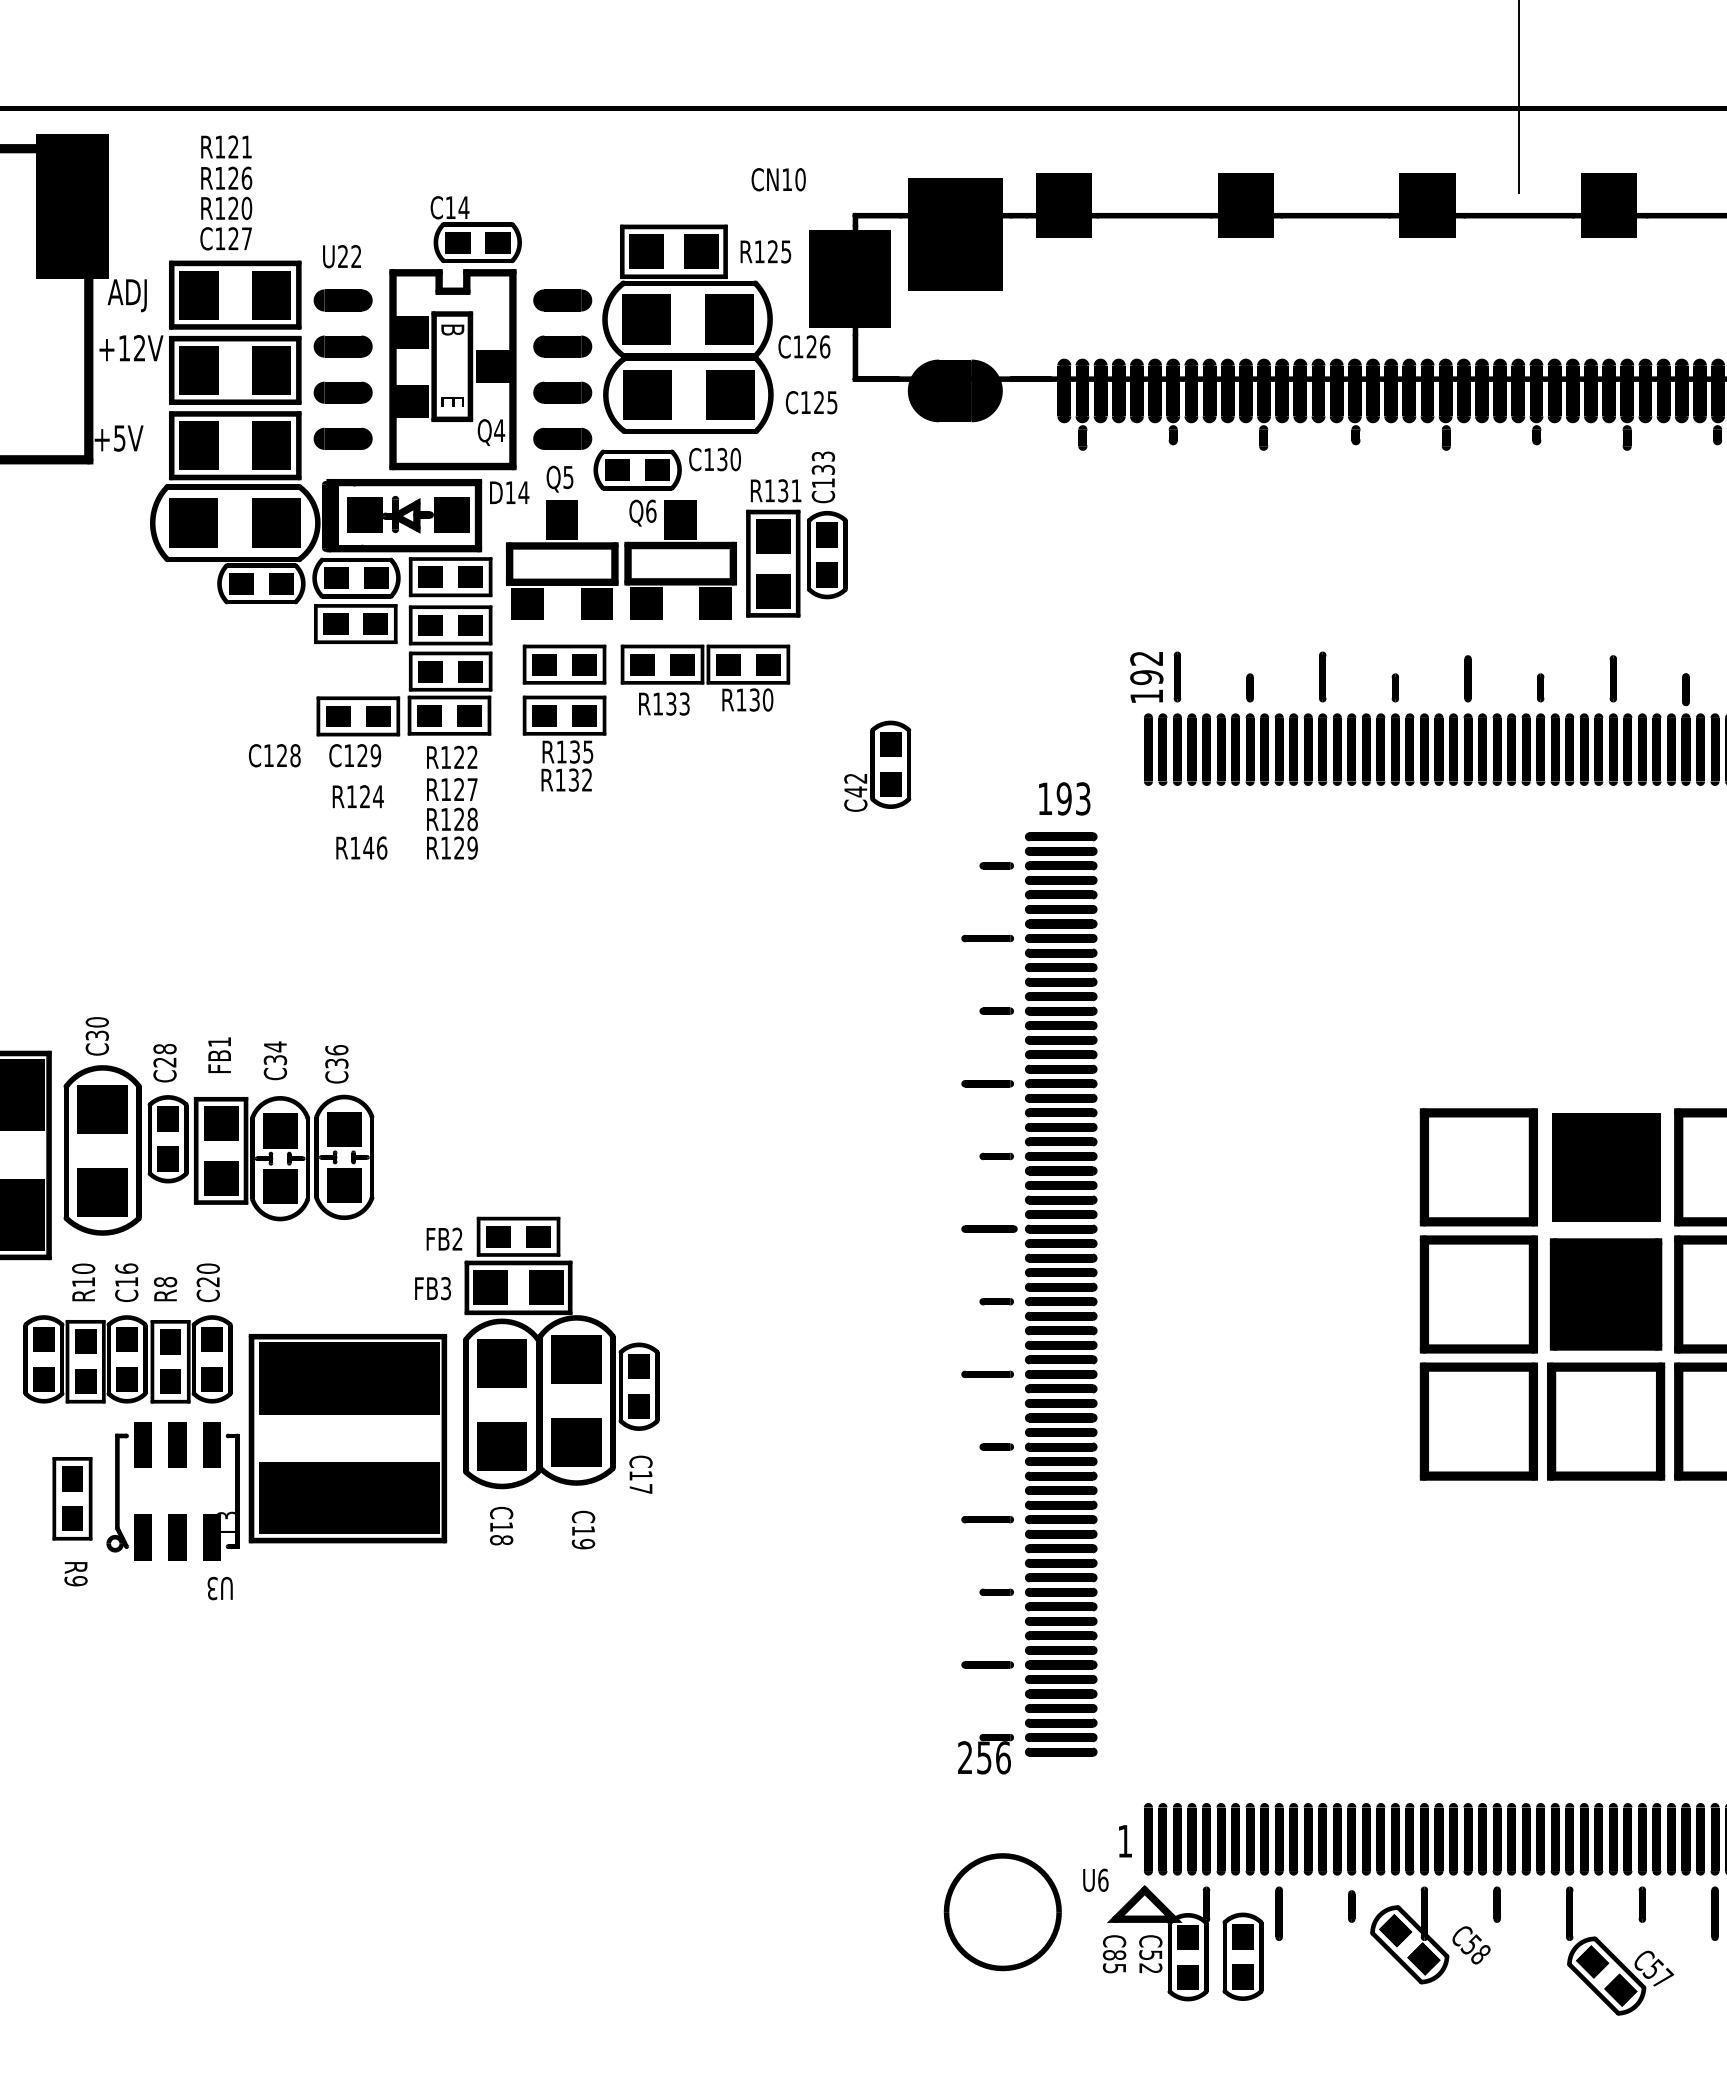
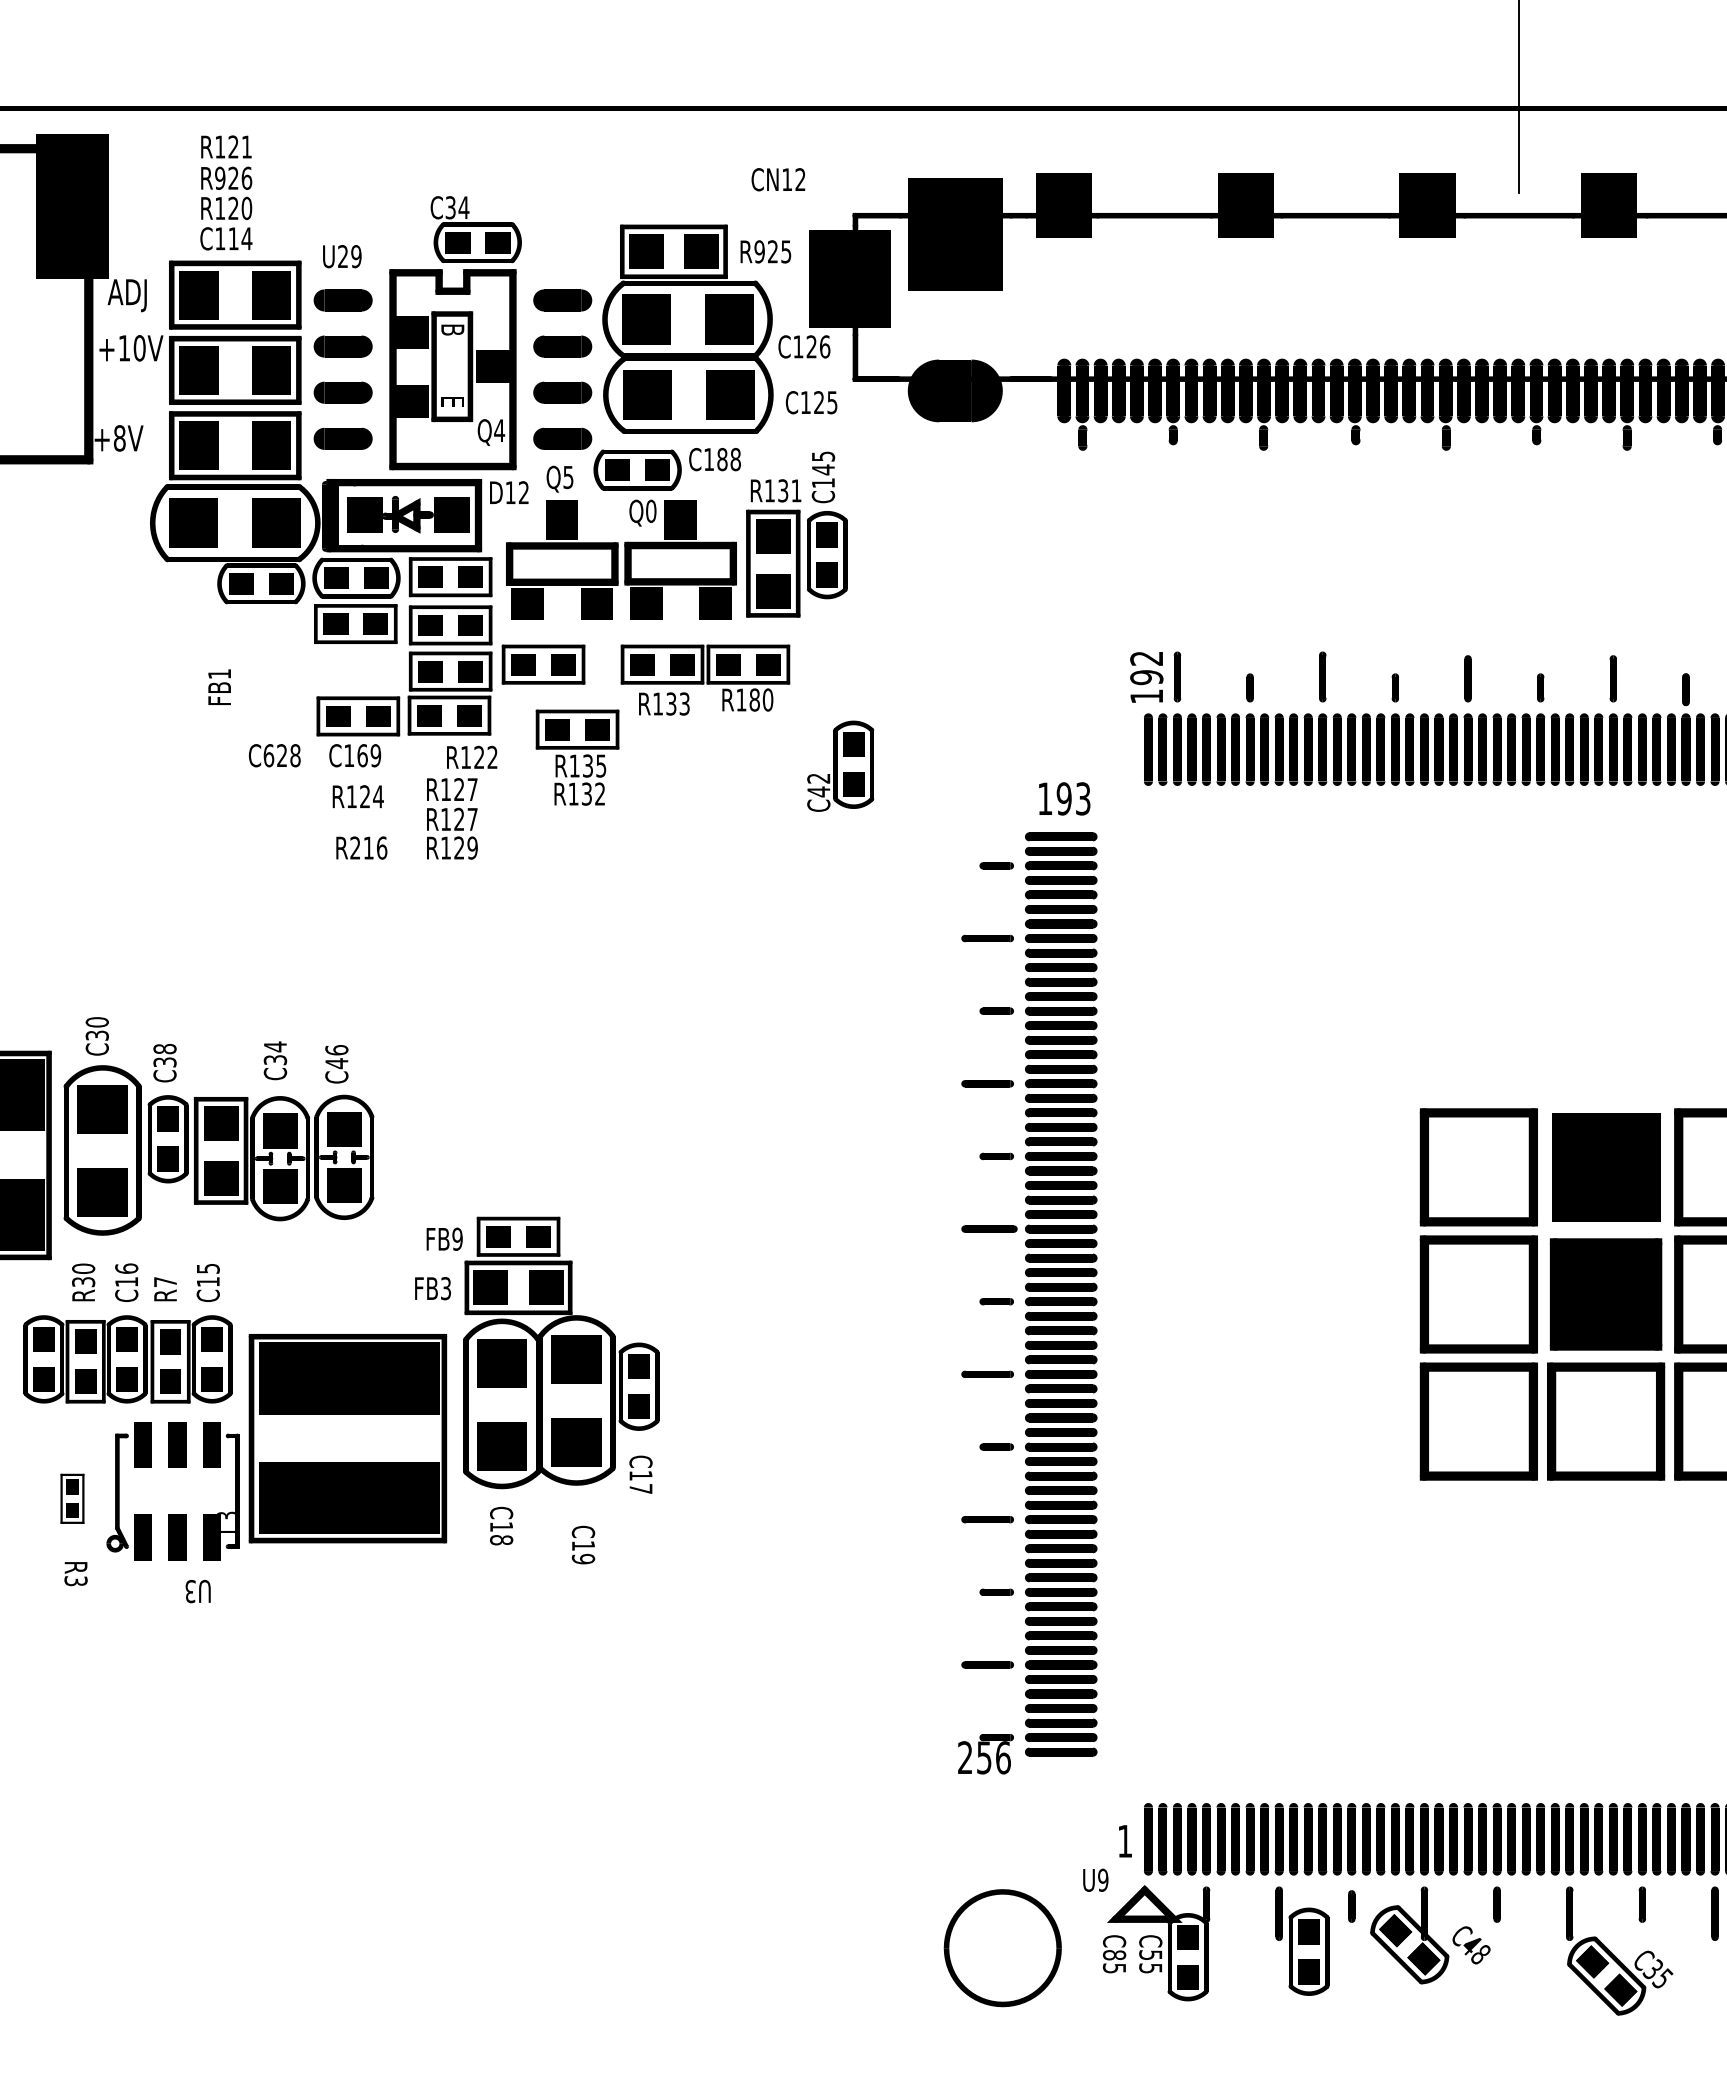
text at (220, 177): R126 -> R926
text at (800, 179): CN10 -> CN12
text at (450, 207): C14 -> C34
text at (240, 238): C127 -> C114
text at (759, 251): R125 -> R925
text at (356, 256): U22 -> U29
text at (139, 348): +12V -> +10V
text at (119, 438): +5V -> +8V
text at (728, 459): C130 -> C188
text at (823, 463): C133 -> C145
text at (523, 492): D14 -> D12
text at (651, 510): Q6 -> Q0
part at (564, 664) position: (564, 664) -> (543, 664)
text at (754, 699): R130 -> R180
text at (564, 743) position: (564, 743) -> (577, 757)
text at (268, 755): C128 -> C628
text at (362, 755): C129 -> C169
text at (452, 756) position: (452, 756) -> (472, 756)
text at (877, 765) position: (877, 765) -> (840, 765)
text at (472, 819): R128 -> R127
text at (362, 847): R146 -> R216
text at (219, 1054) position: (219, 1054) -> (219, 686)
text at (164, 1062): C28 -> C38
text at (336, 1063): C36 -> C46
text at (457, 1238): FB2 -> FB9
text at (207, 1275): C20 -> C15
text at (83, 1282): R10 -> R30
text at (165, 1282): R8 -> R7
part at (72, 1498) size: 41x84 px -> 25x51 px
text at (583, 1529) position: (583, 1529) -> (583, 1544)
text at (75, 1581): R9 -> R3
text at (219, 1588) position: (219, 1588) -> (197, 1591)
text at (1103, 1879): U6 -> U9
part at (1002, 1912) position: (1002, 1912) -> (1002, 1948)
text at (1470, 1944): C58 -> C48
part at (1242, 1956) position: (1242, 1956) -> (1308, 1951)
text at (1150, 1968): C52 -> C55
text at (1658, 1973): C57 -> C35
